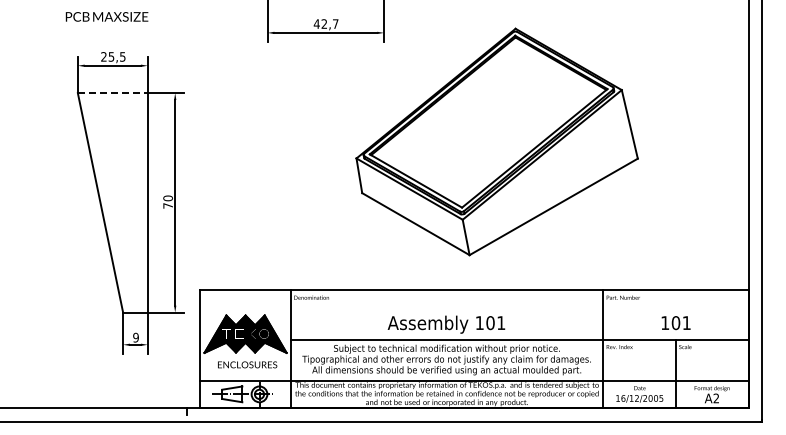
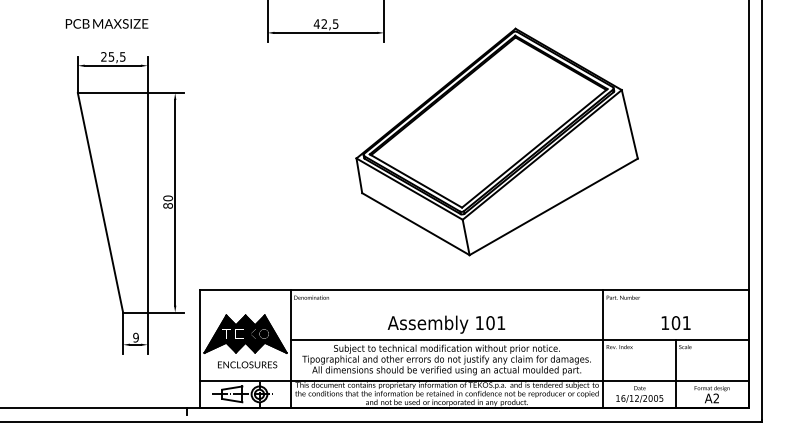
text at (106, 16) position: (106, 16) -> (106, 23)
text at (335, 23): 42,7 -> 42,5
line at (112, 93): dashed -> solid
text at (167, 205): 70 -> 80
